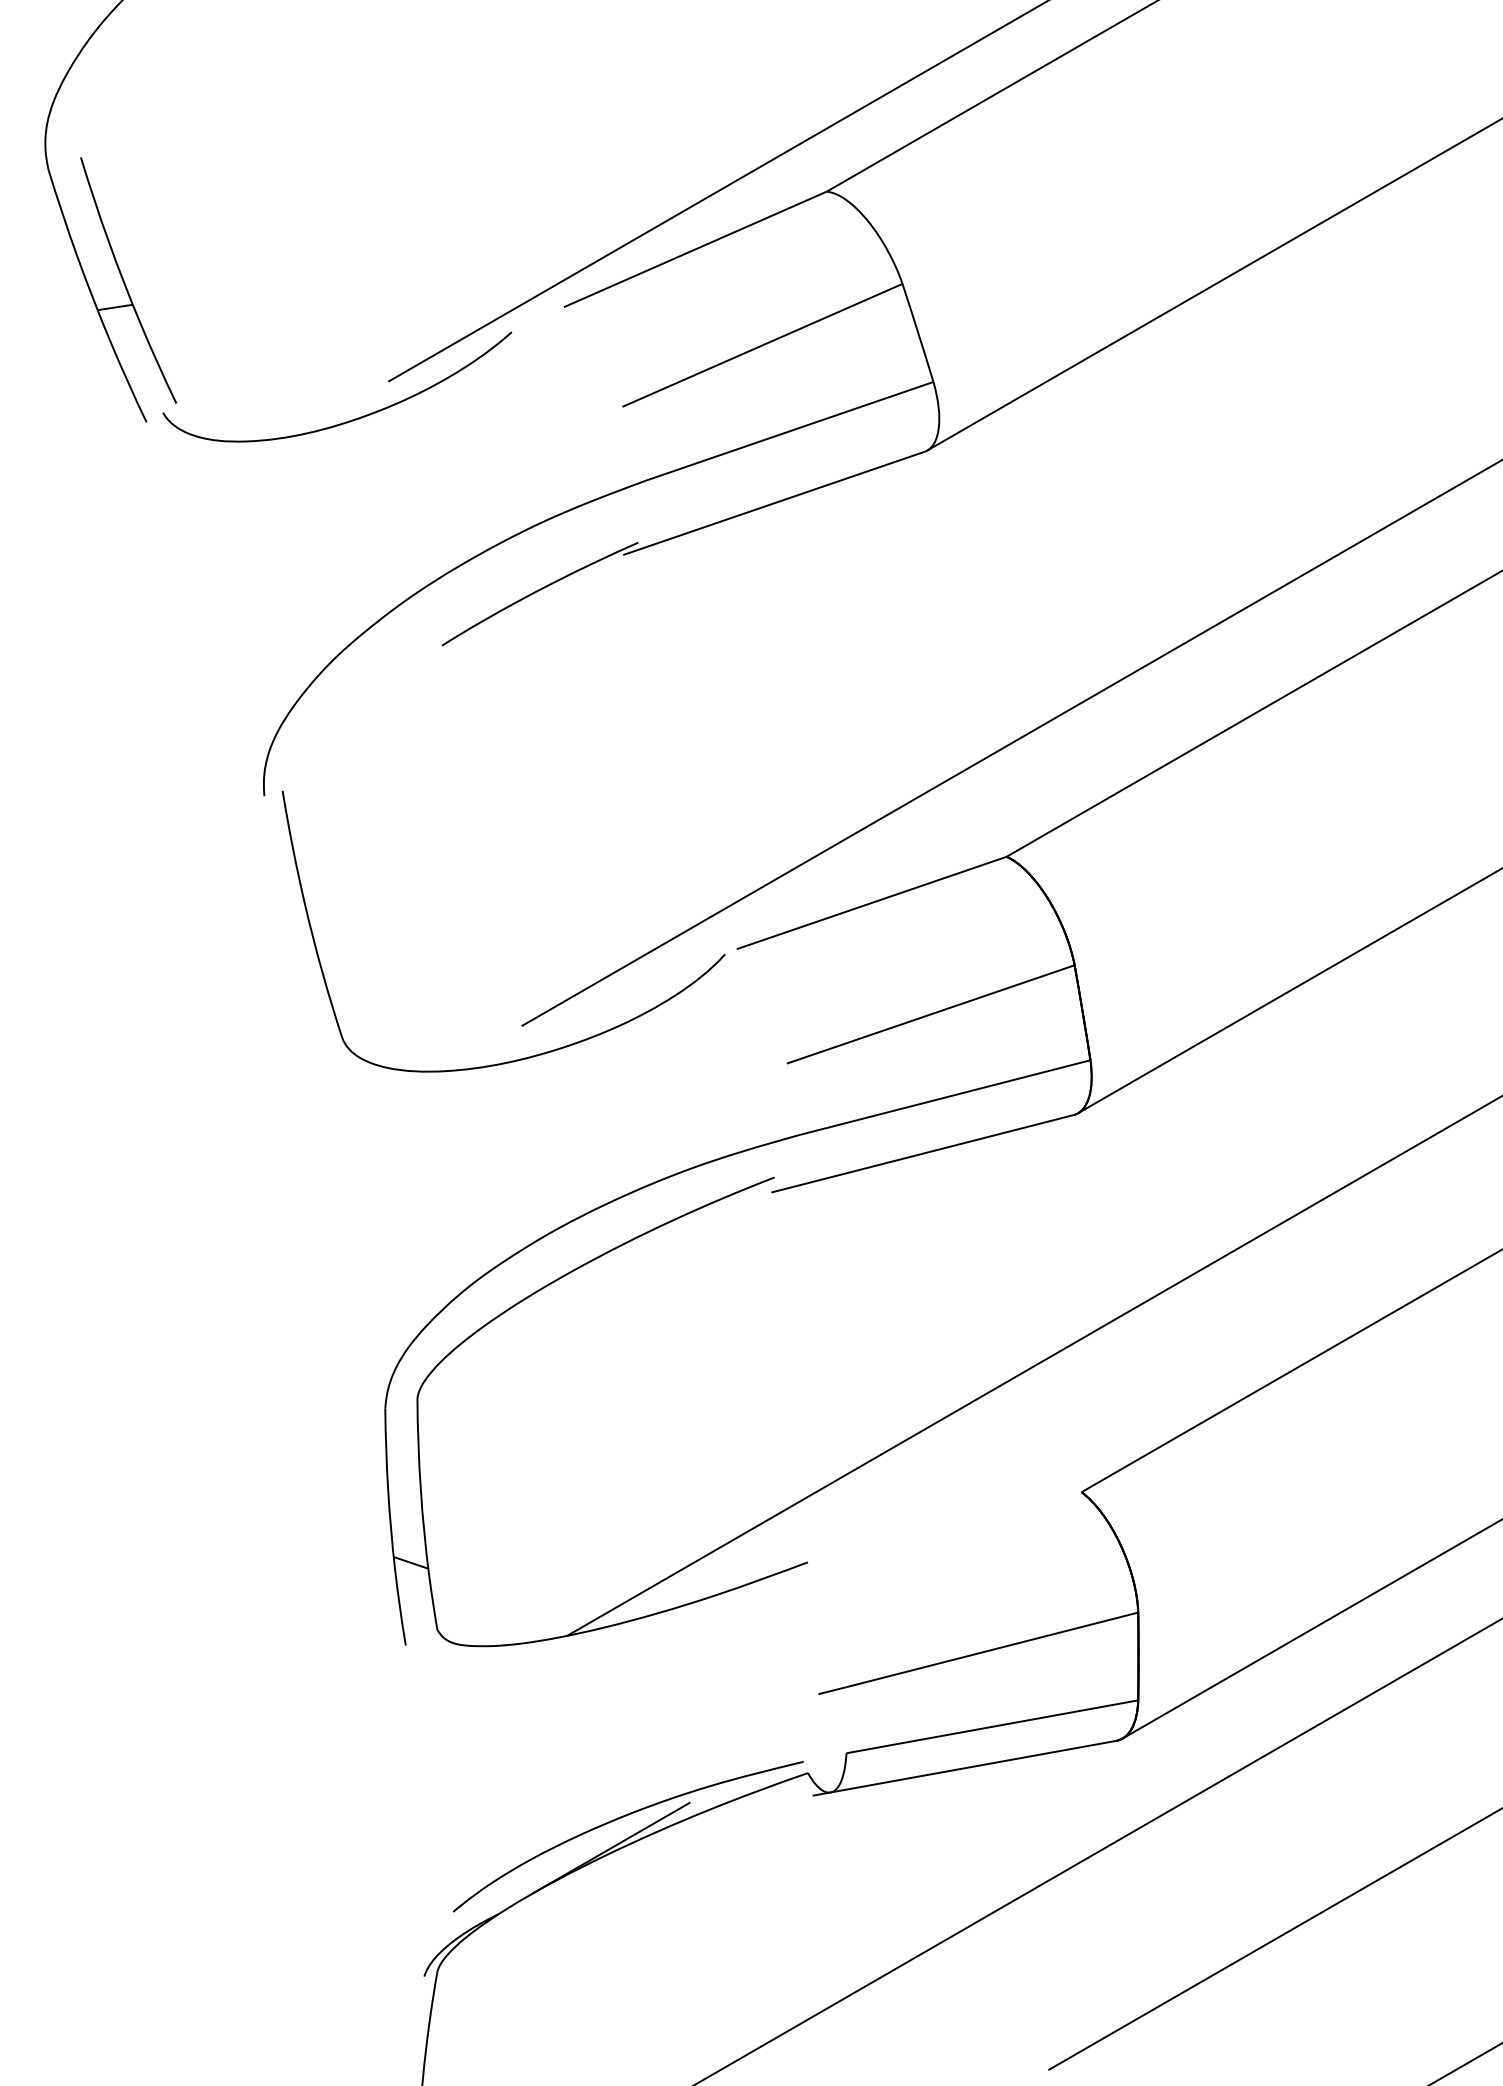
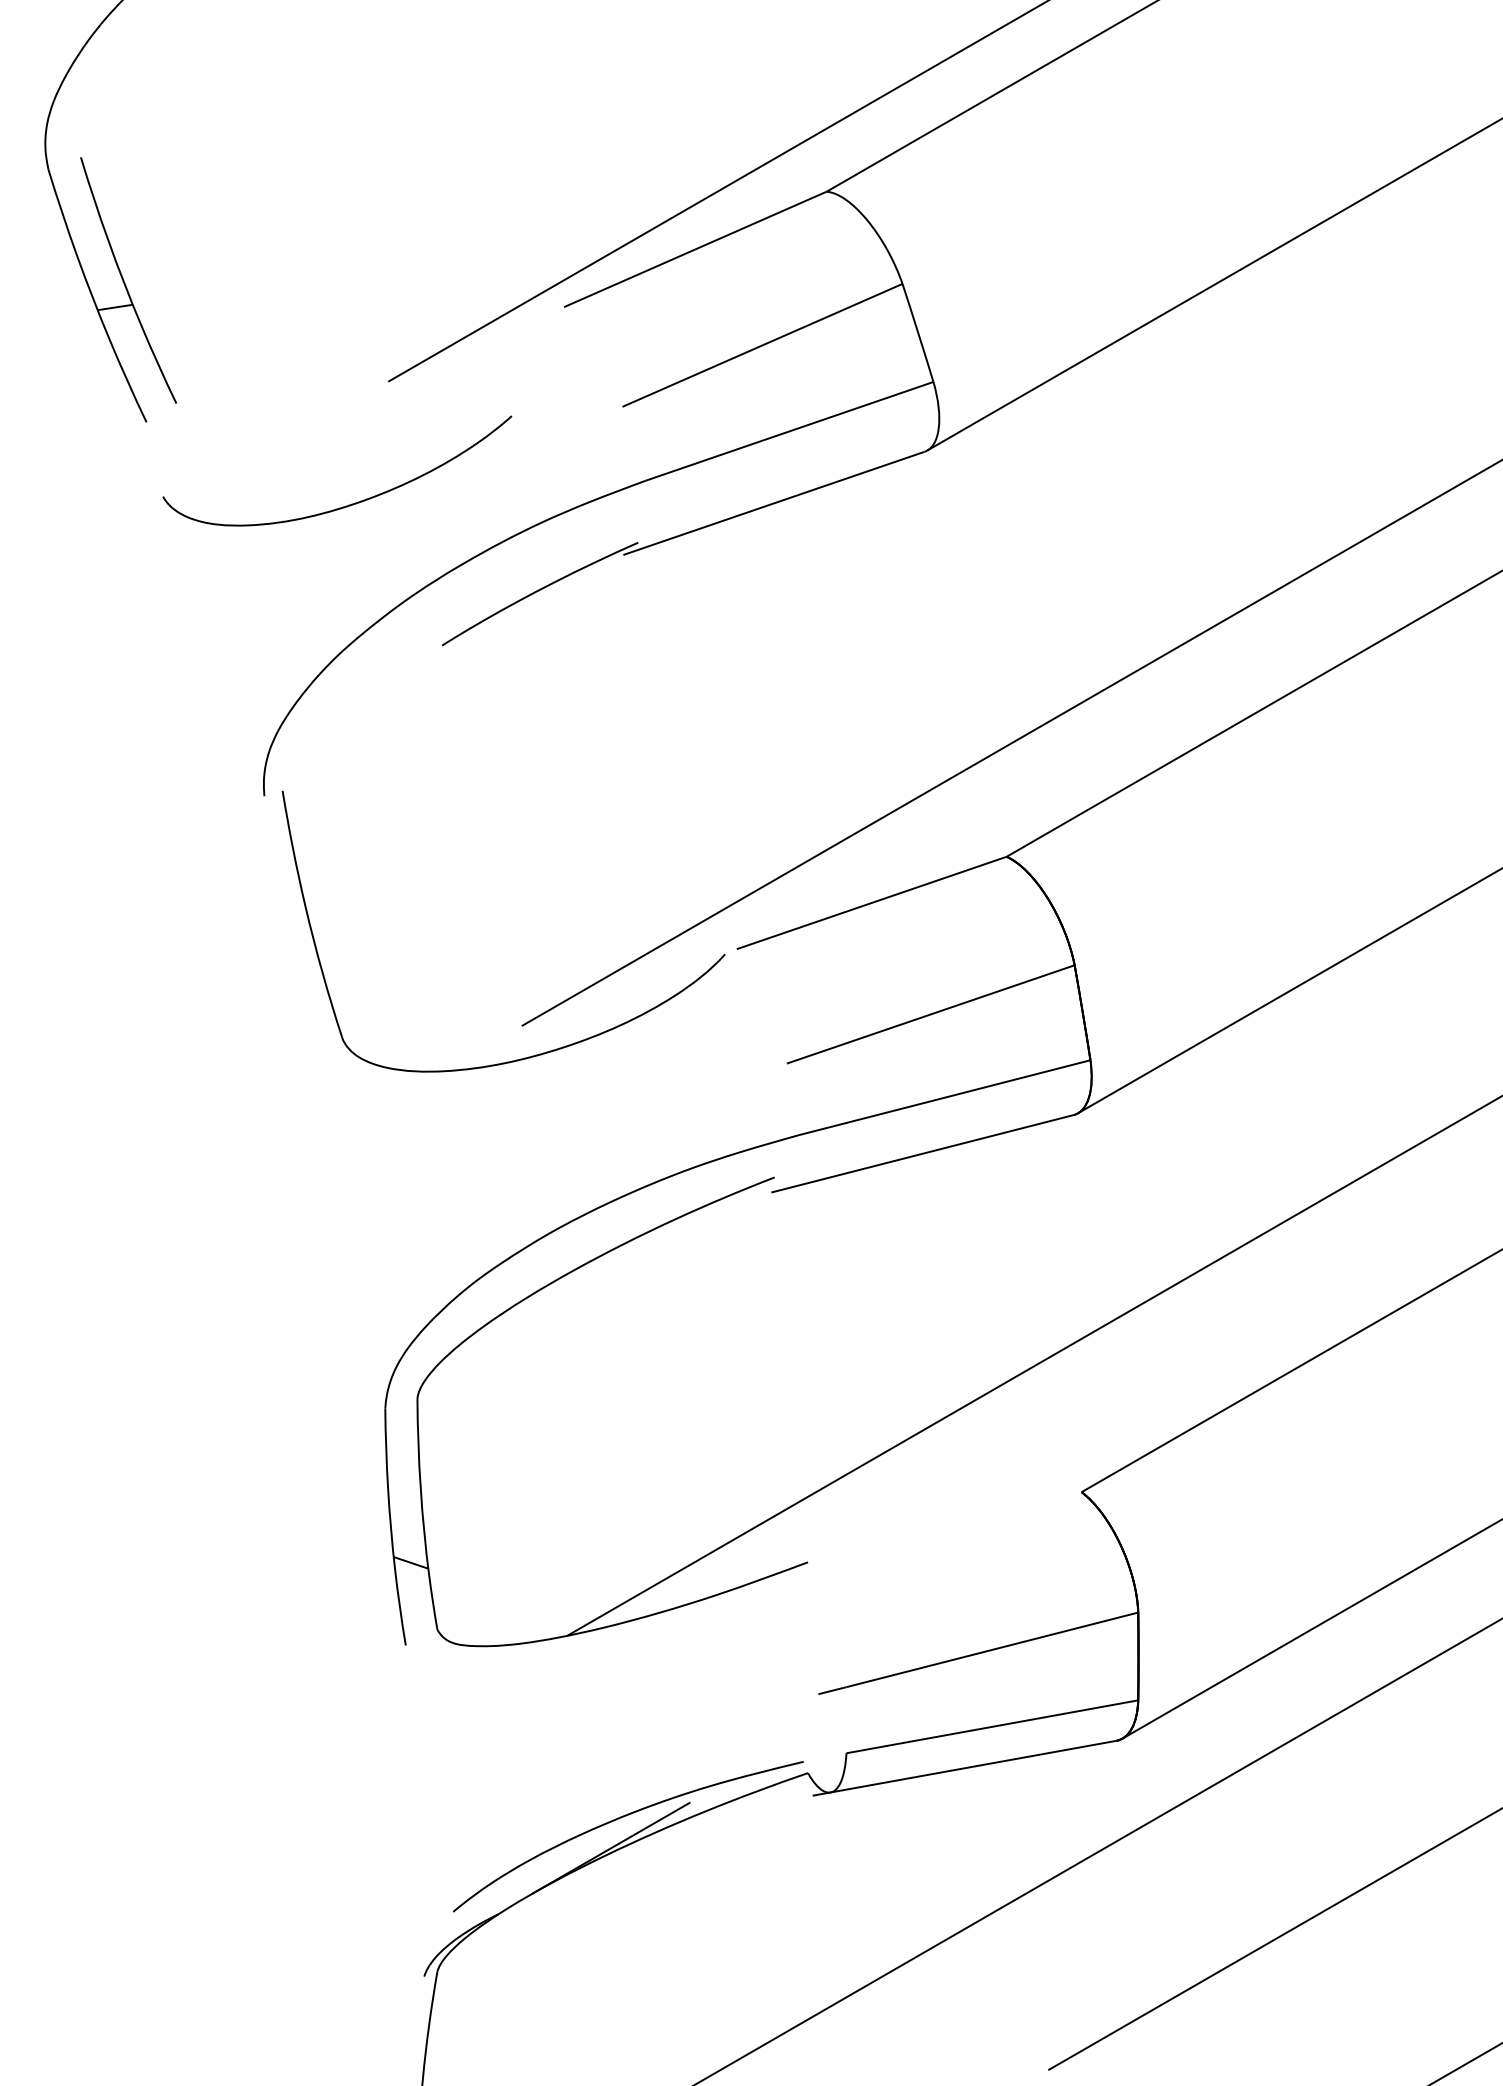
curve at (349, 420) position: (349, 420) -> (349, 504)
